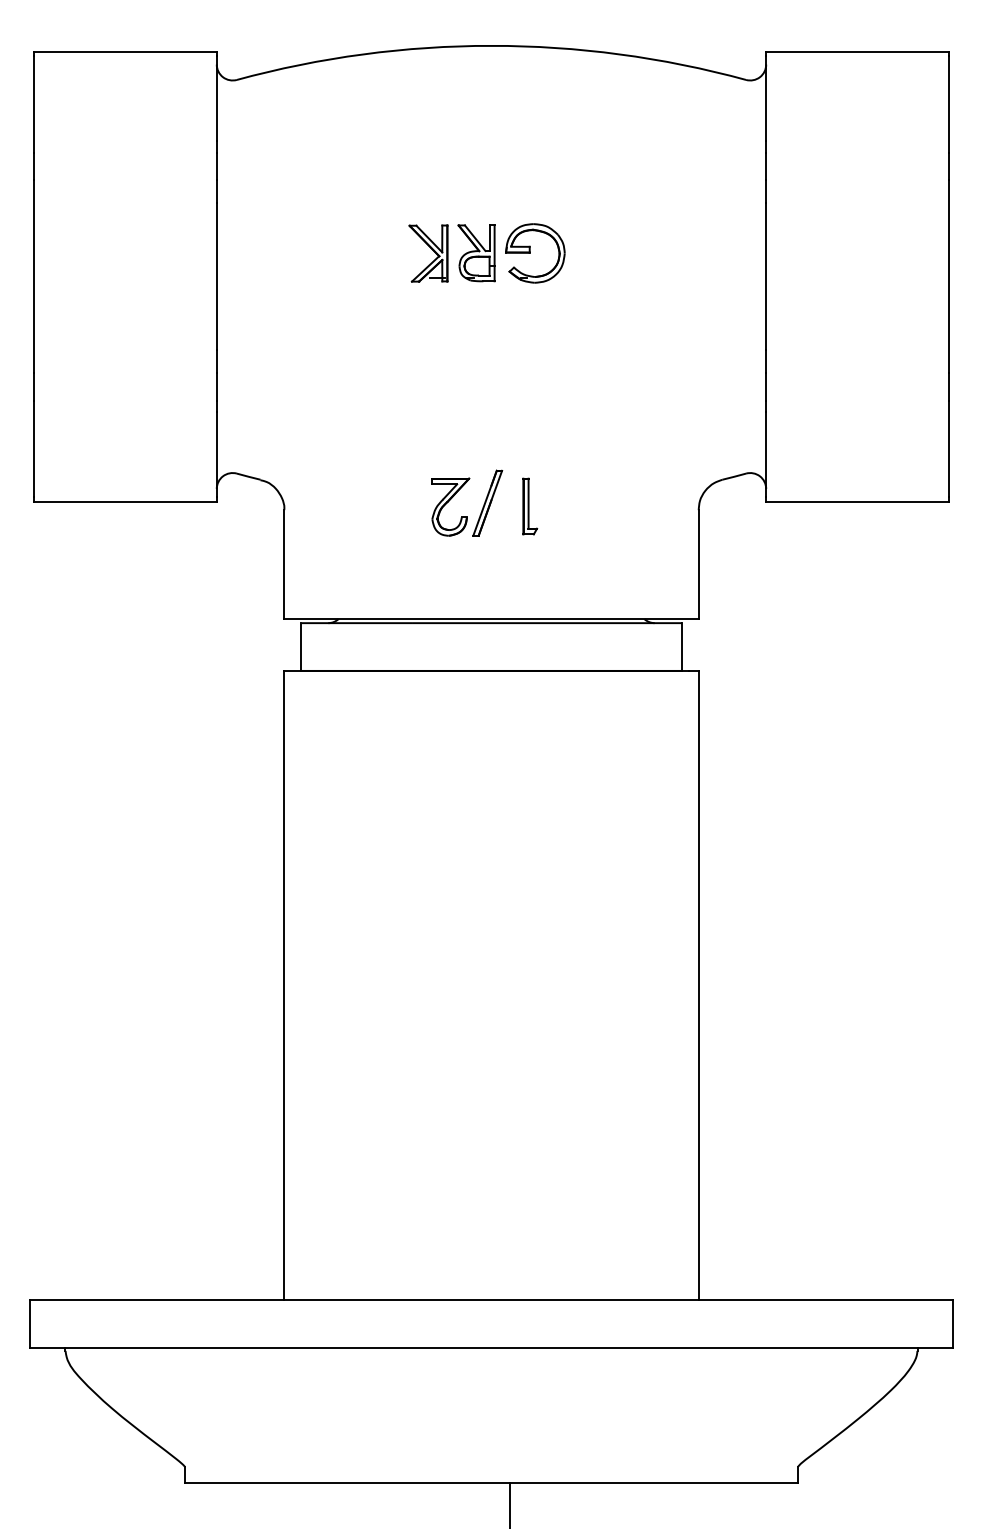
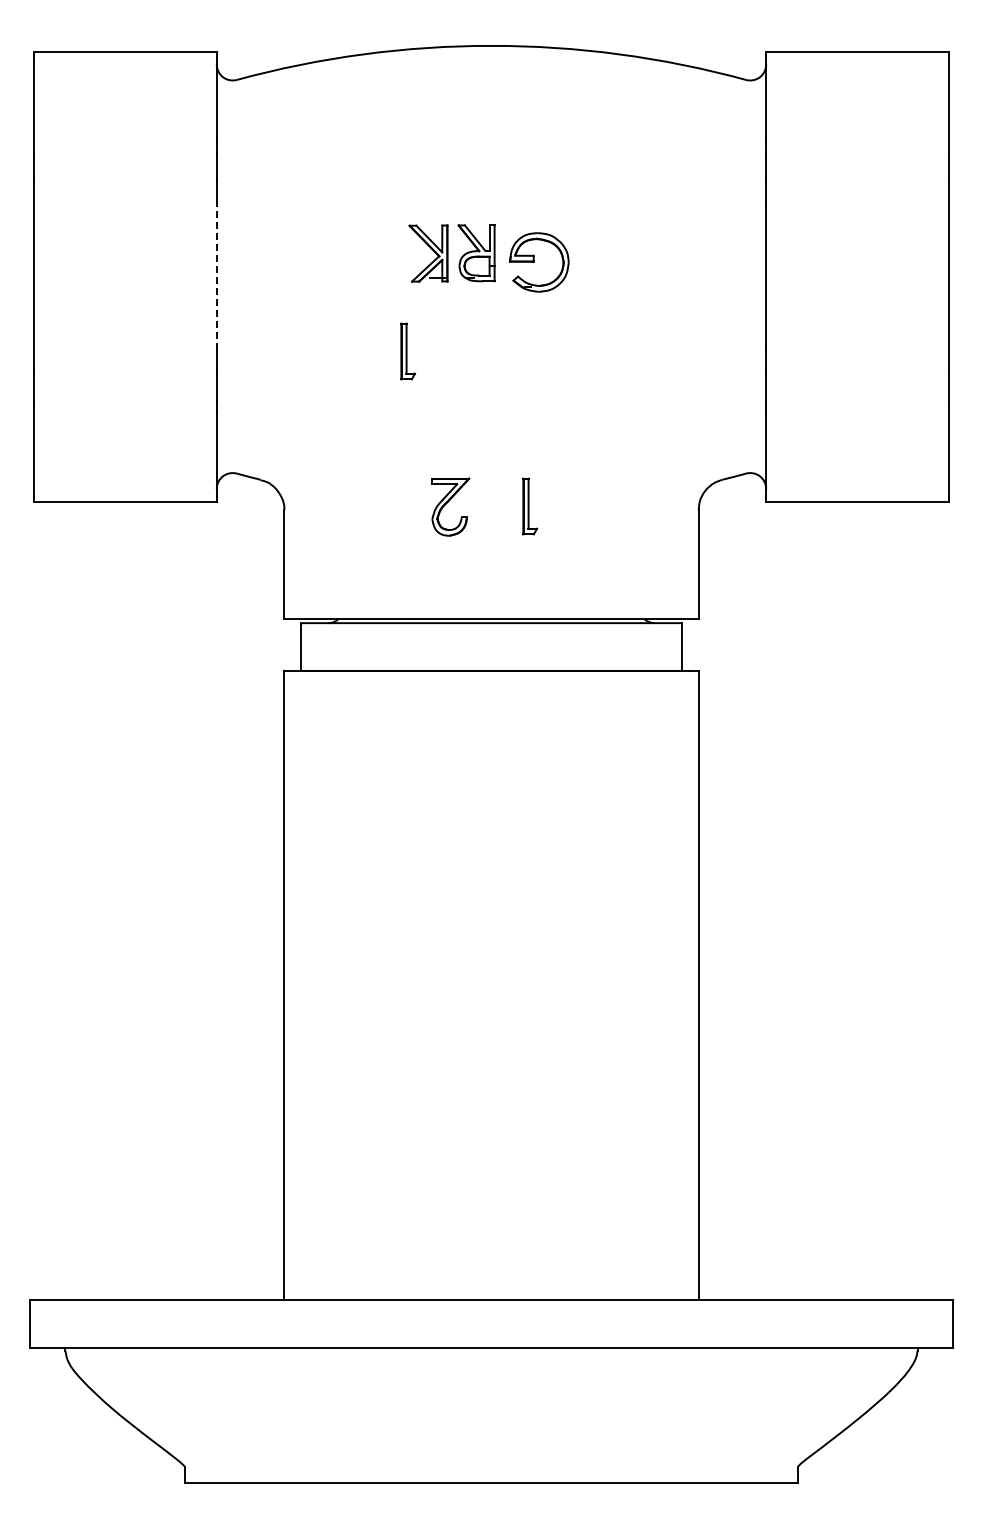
part at (535, 253) position: (535, 253) -> (539, 262)
line at (216, 276): solid -> dashed
part at (408, 351): none -> present
part at (487, 502): present -> none
line at (510, 1504): present -> none
